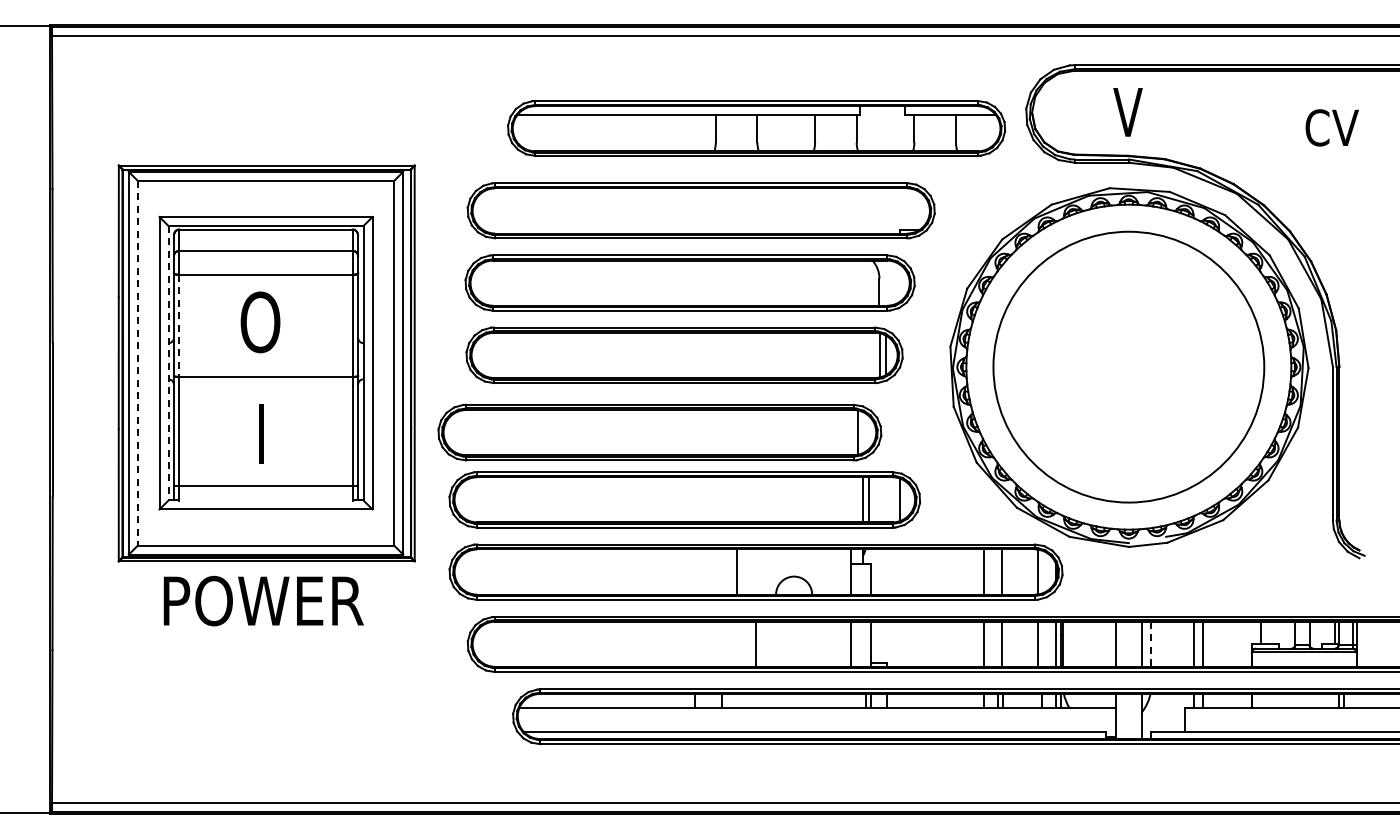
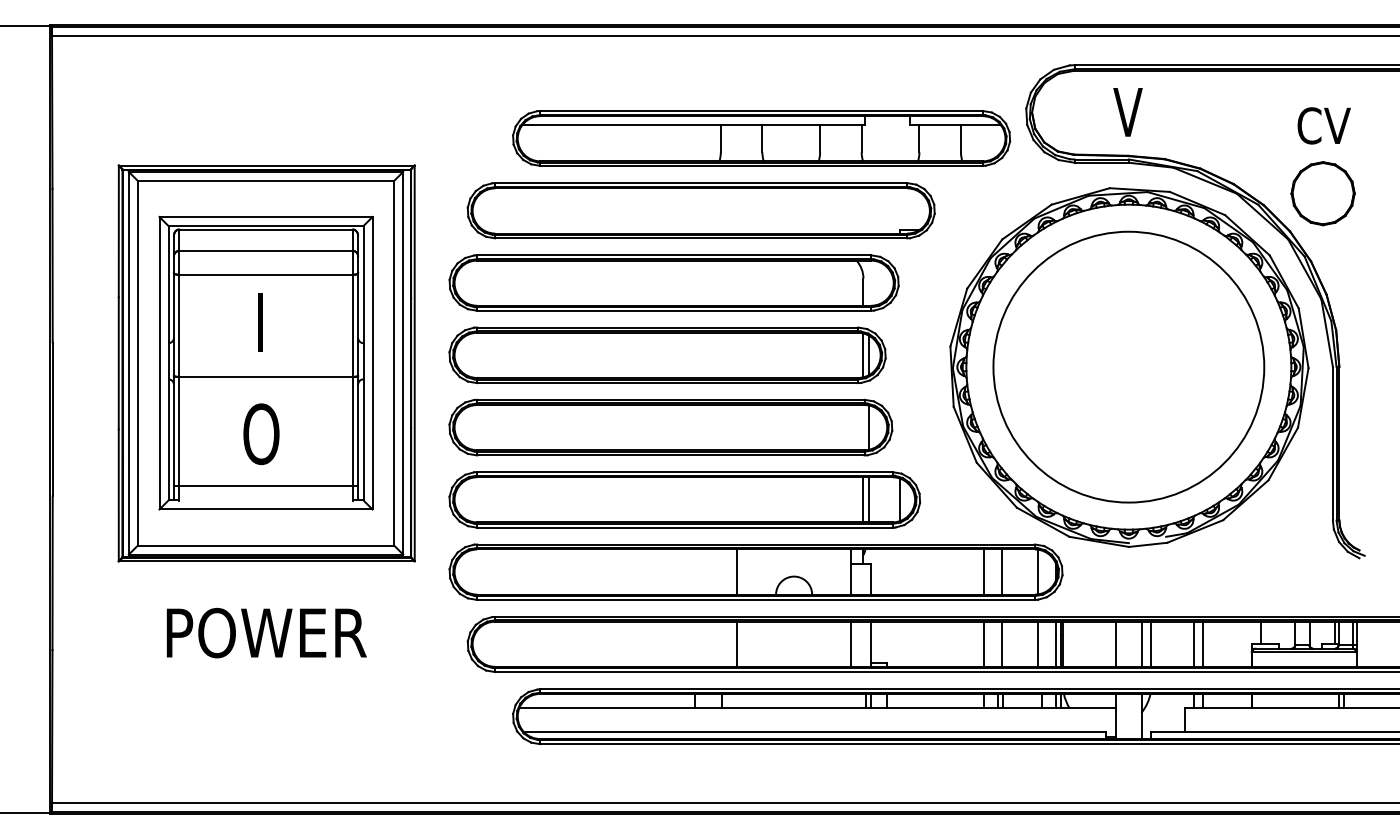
text at (1331, 127) position: (1331, 127) -> (1323, 125)
part at (756, 128) position: (756, 128) -> (761, 138)
part at (1322, 193): none -> present
part at (689, 282) position: (689, 282) -> (673, 282)
text at (260, 322): O -> I
line at (179, 326): dashed -> solid
part at (684, 355) position: (684, 355) -> (667, 355)
line at (137, 363): dashed -> solid
line at (168, 363): dashed -> solid
part at (659, 432) position: (659, 432) -> (670, 427)
text at (261, 434): I -> O
text at (263, 600) position: (263, 600) -> (266, 632)
line at (756, 643) position: (756, 643) -> (737, 643)
line at (1151, 644): dashed -> solid
